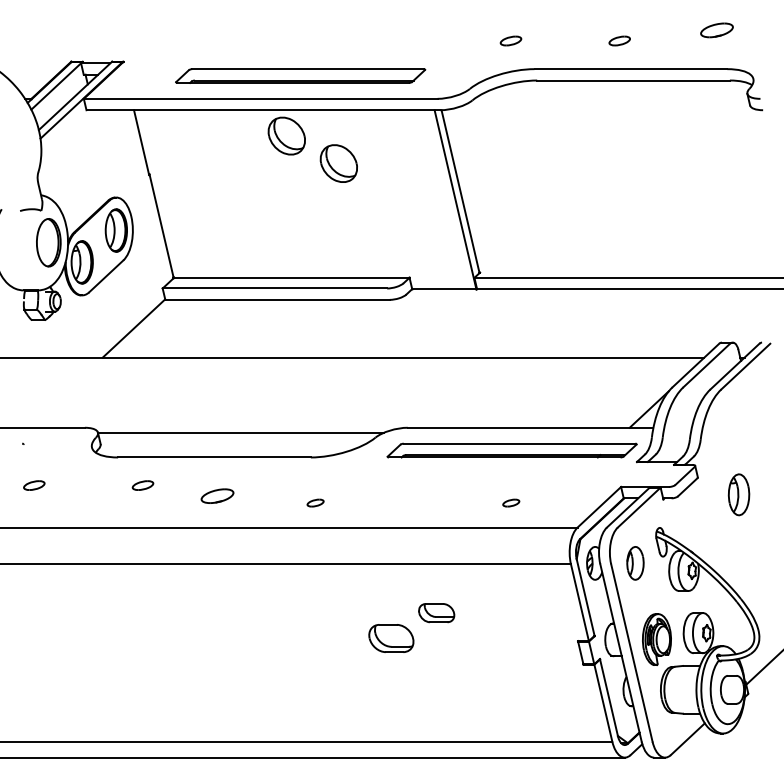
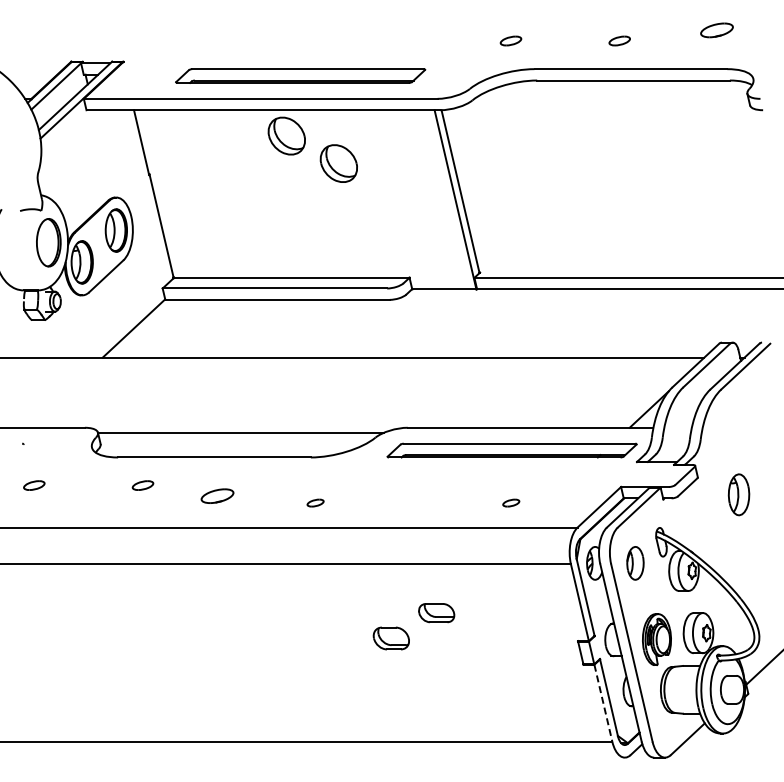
part at (391, 638) size: 47x29 px -> 38x25 px
line at (603, 703): solid -> dashed
line at (313, 757): present -> none
